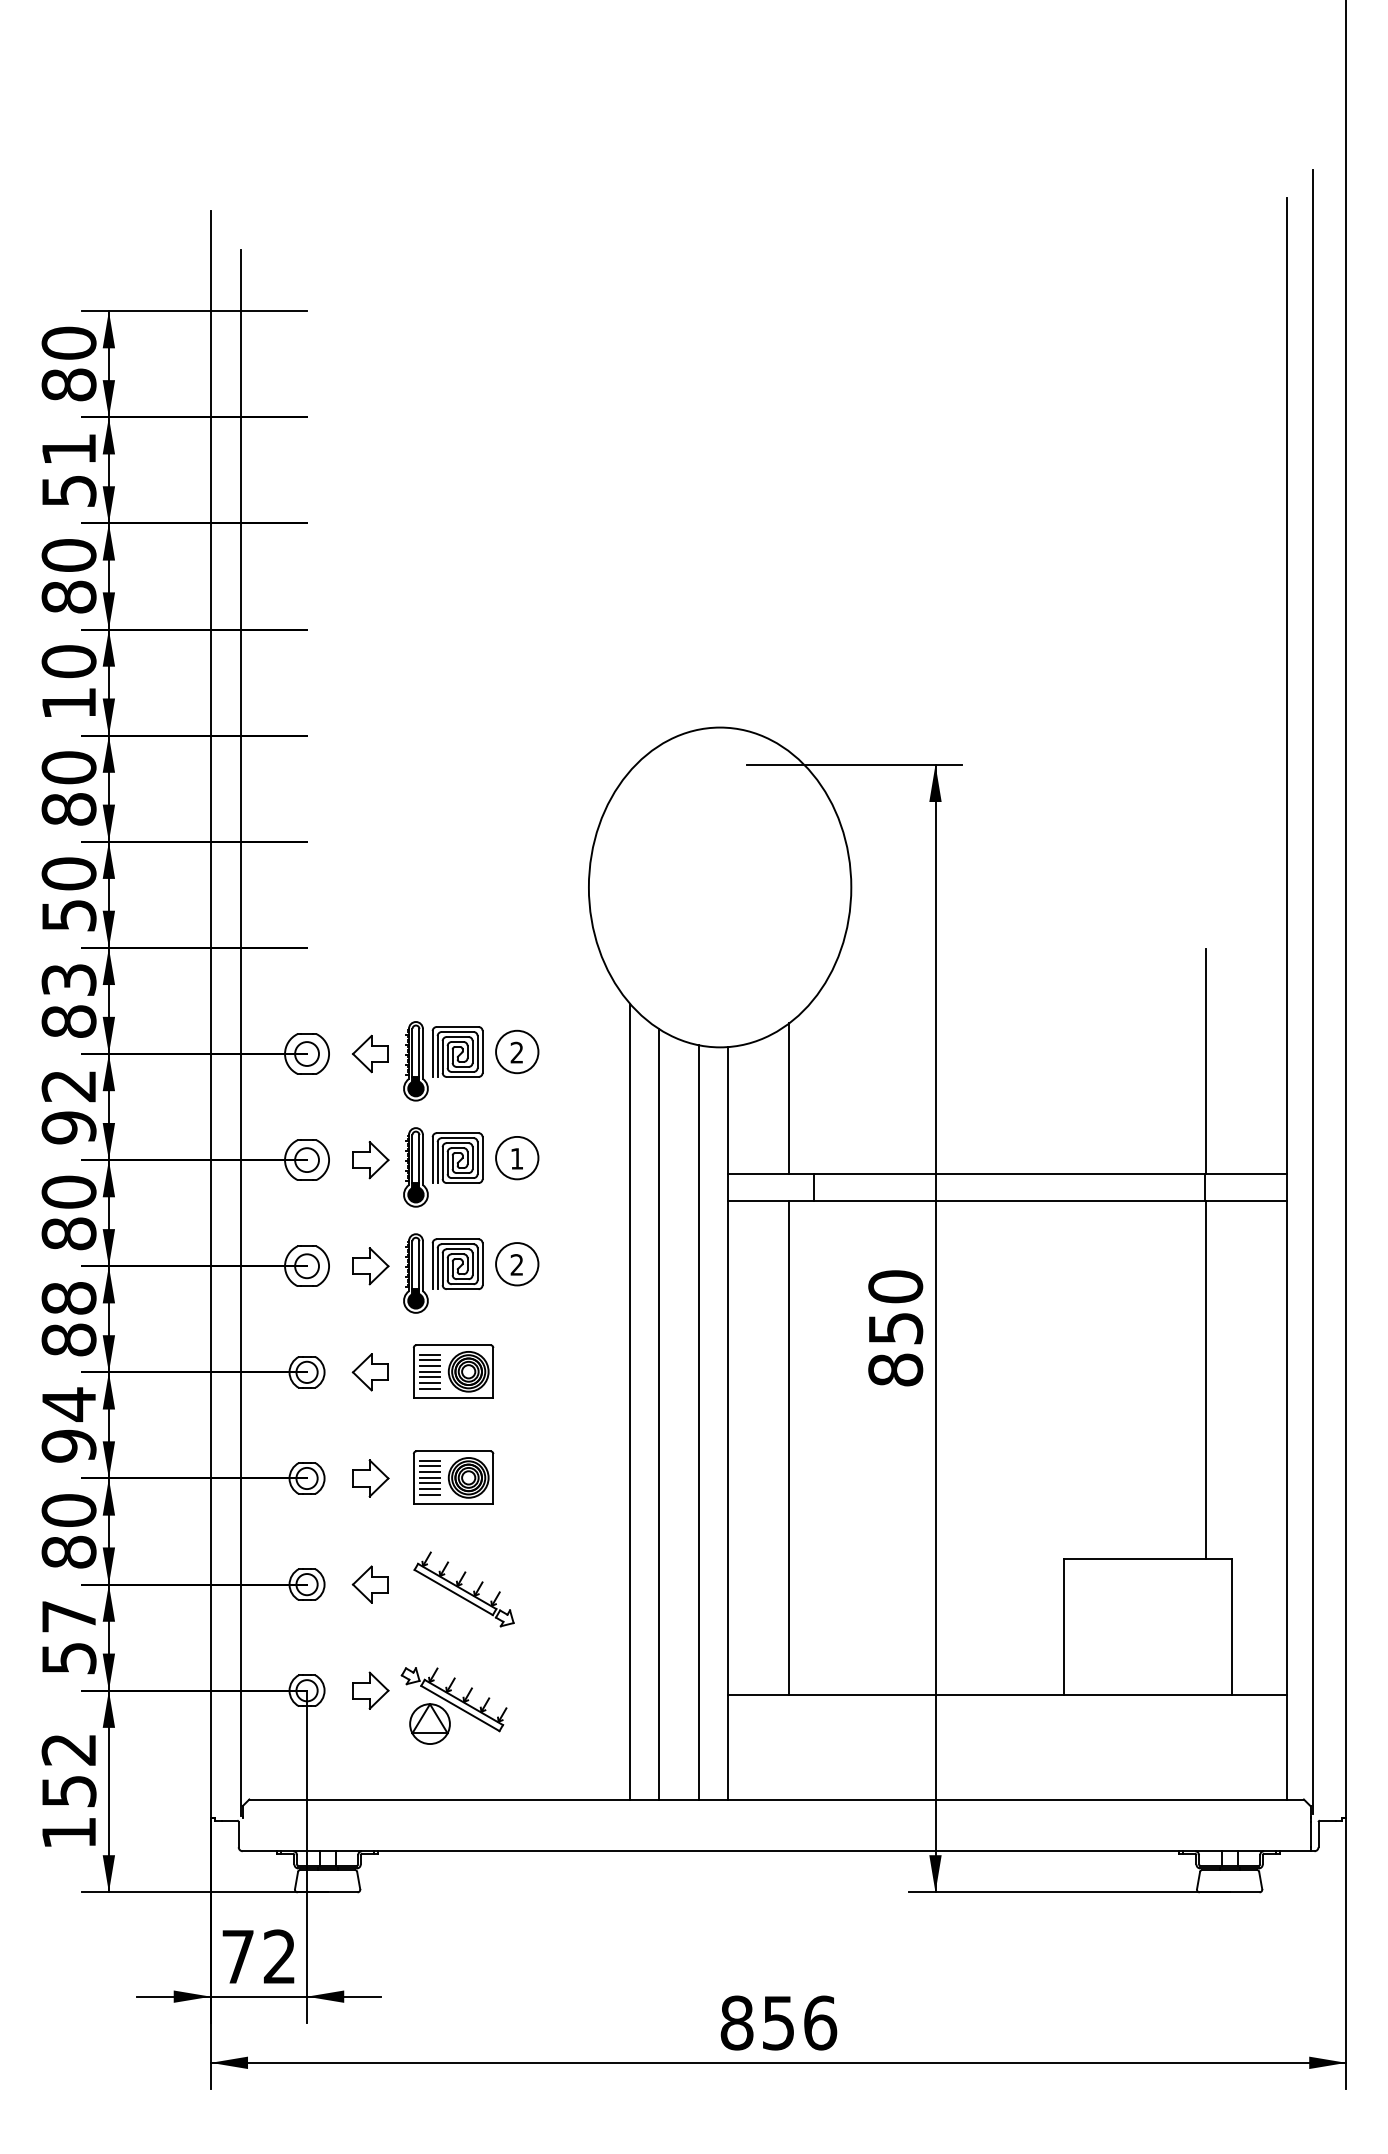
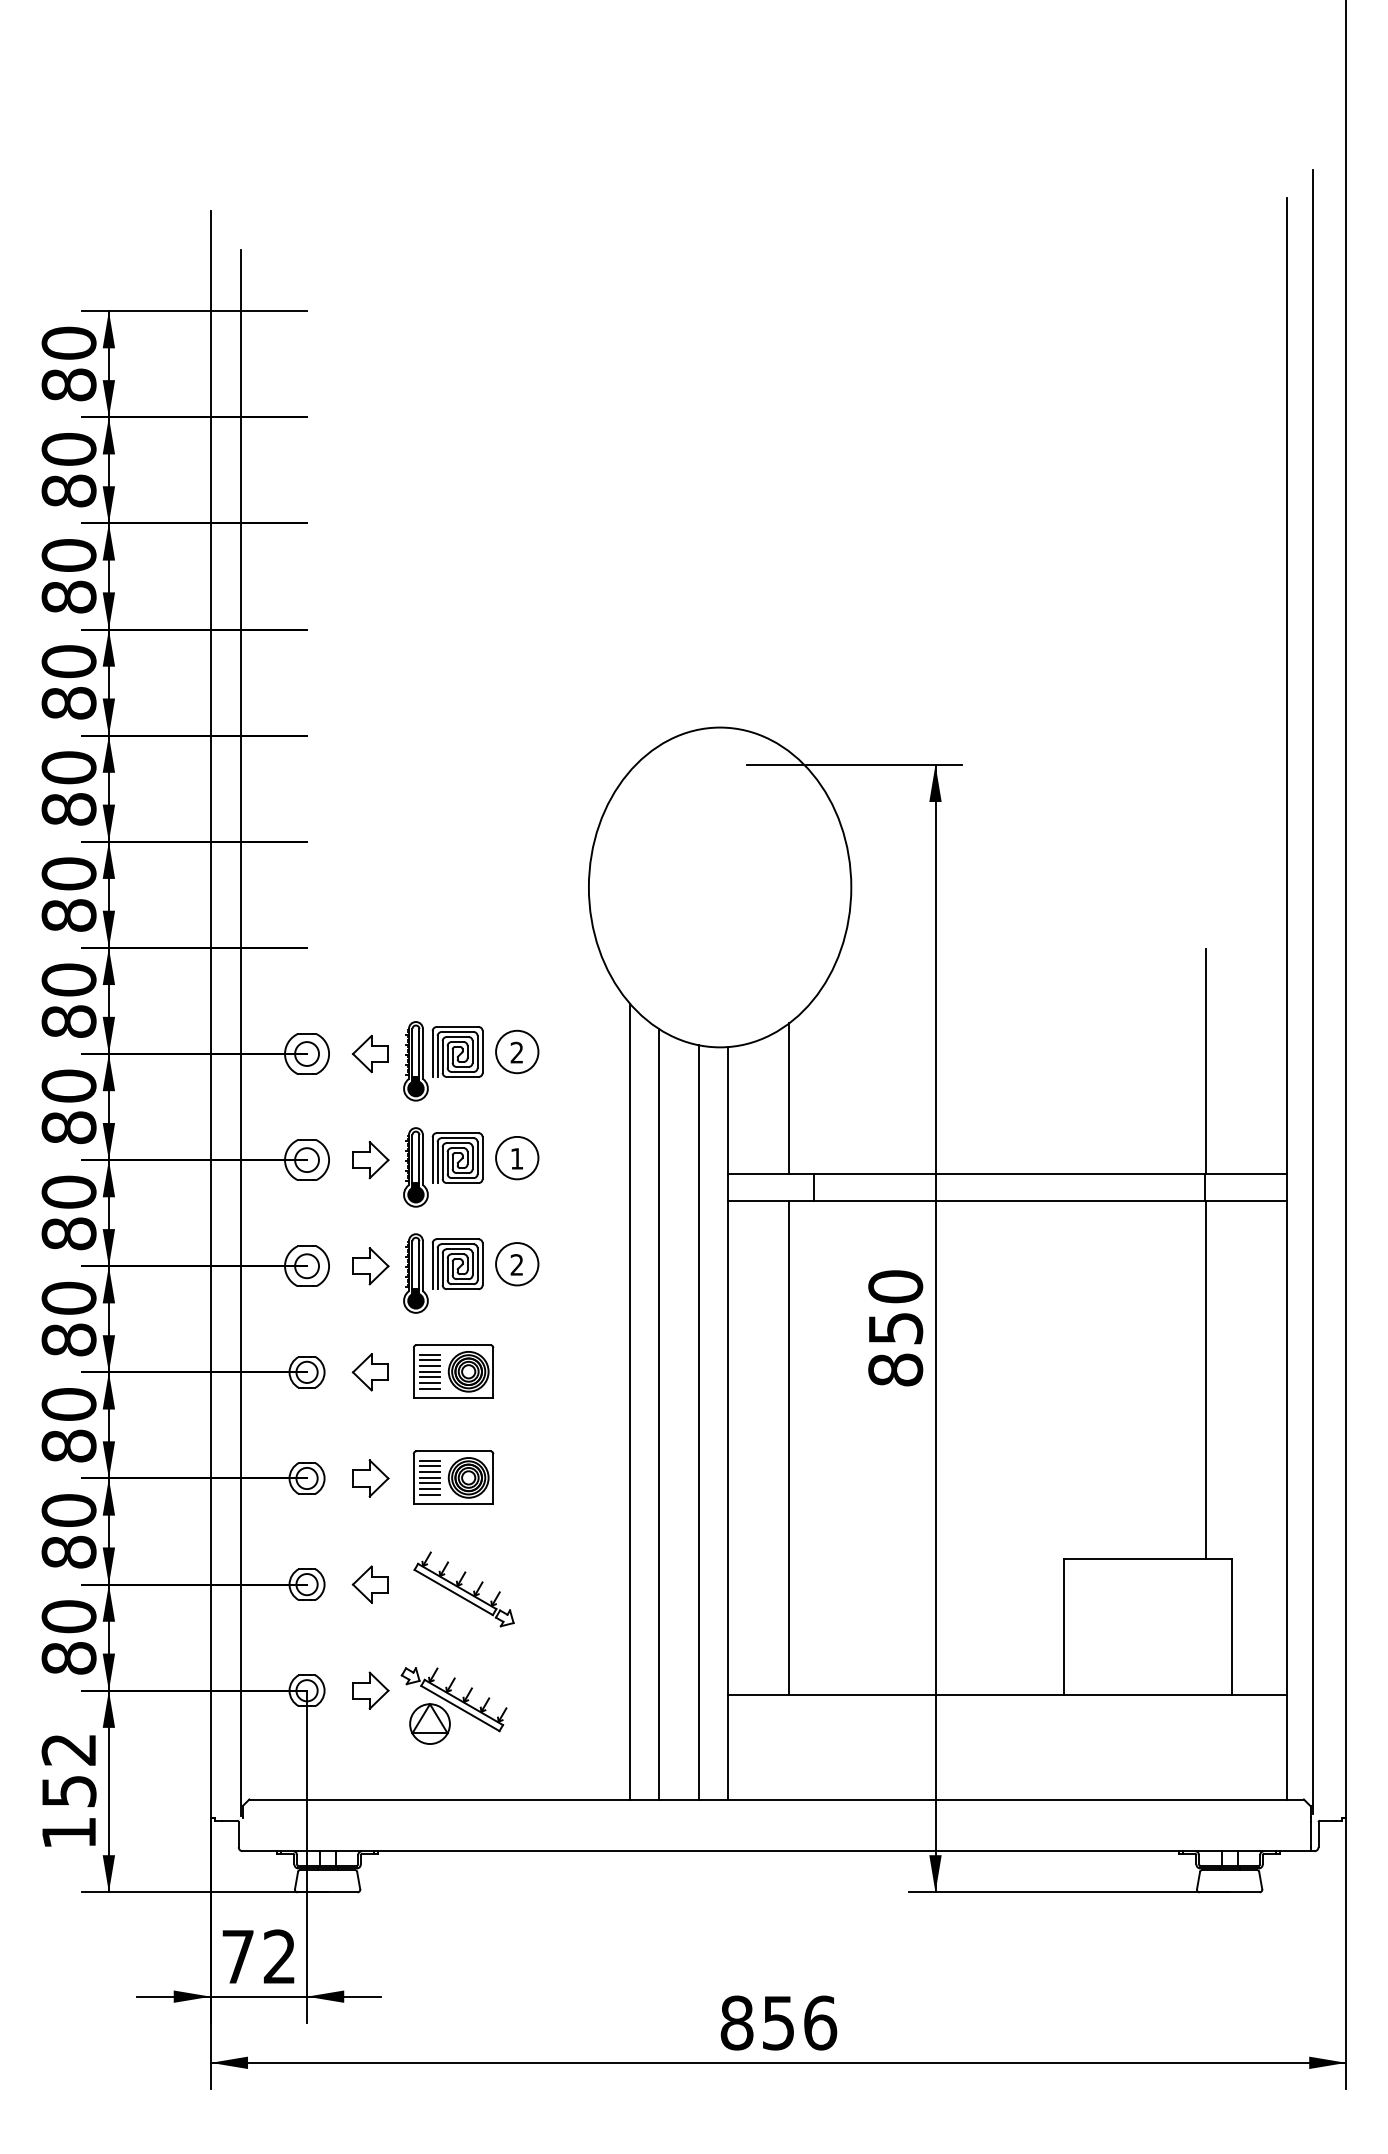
text at (68, 470): 51 -> 80
text at (68, 703): 10 -> 80
text at (68, 915): 50 -> 80
text at (68, 979): 83 -> 80
text at (68, 1106): 92 -> 80
text at (68, 1297): 88 -> 80
text at (68, 1424): 94 -> 80
text at (68, 1637): 57 -> 80
